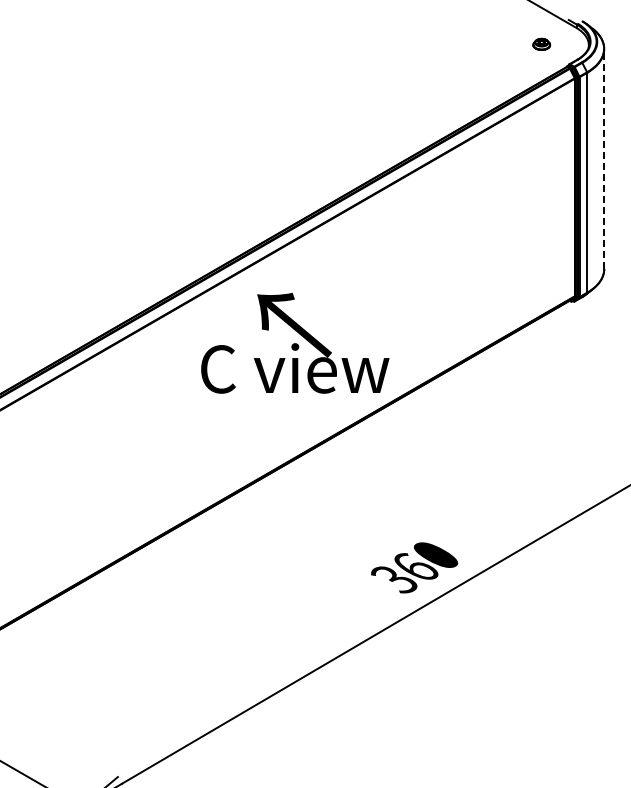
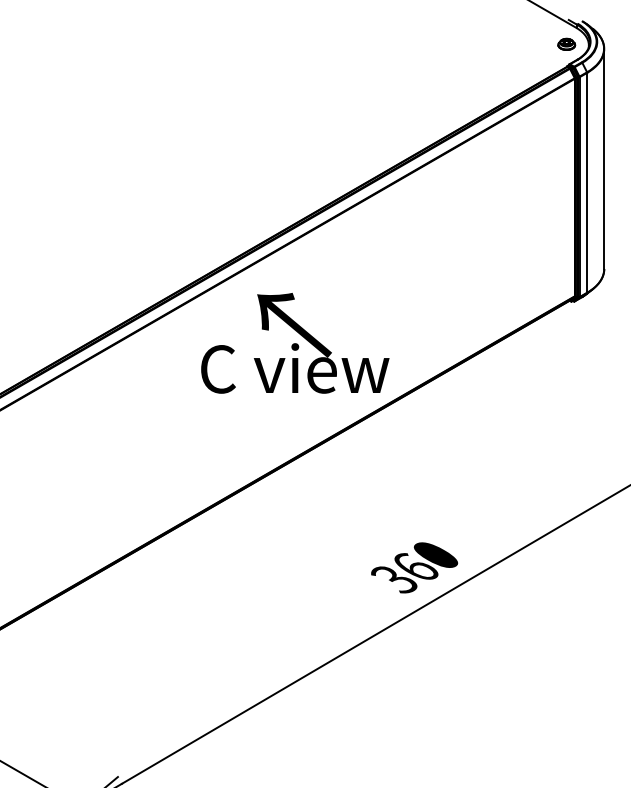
part at (541, 43) position: (541, 43) -> (566, 43)
line at (604, 159): dashed -> solid
